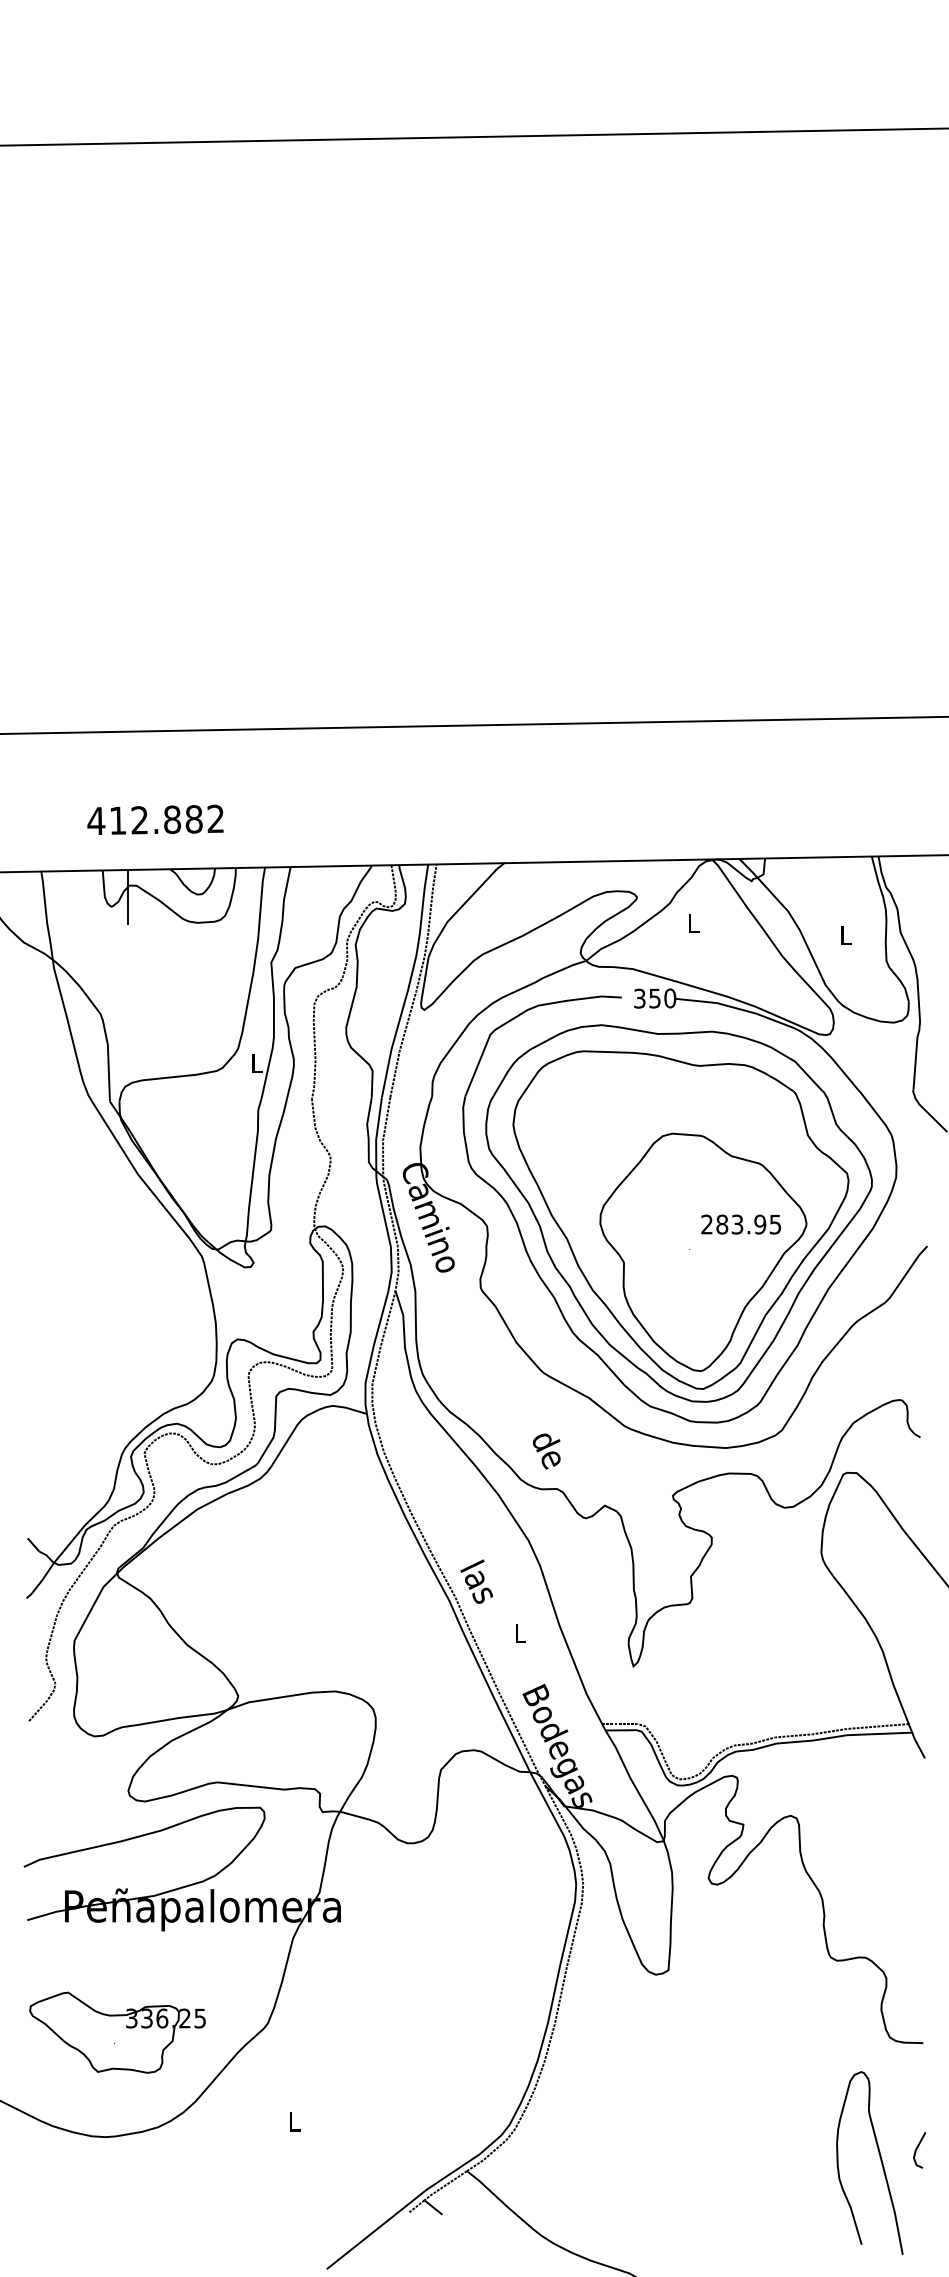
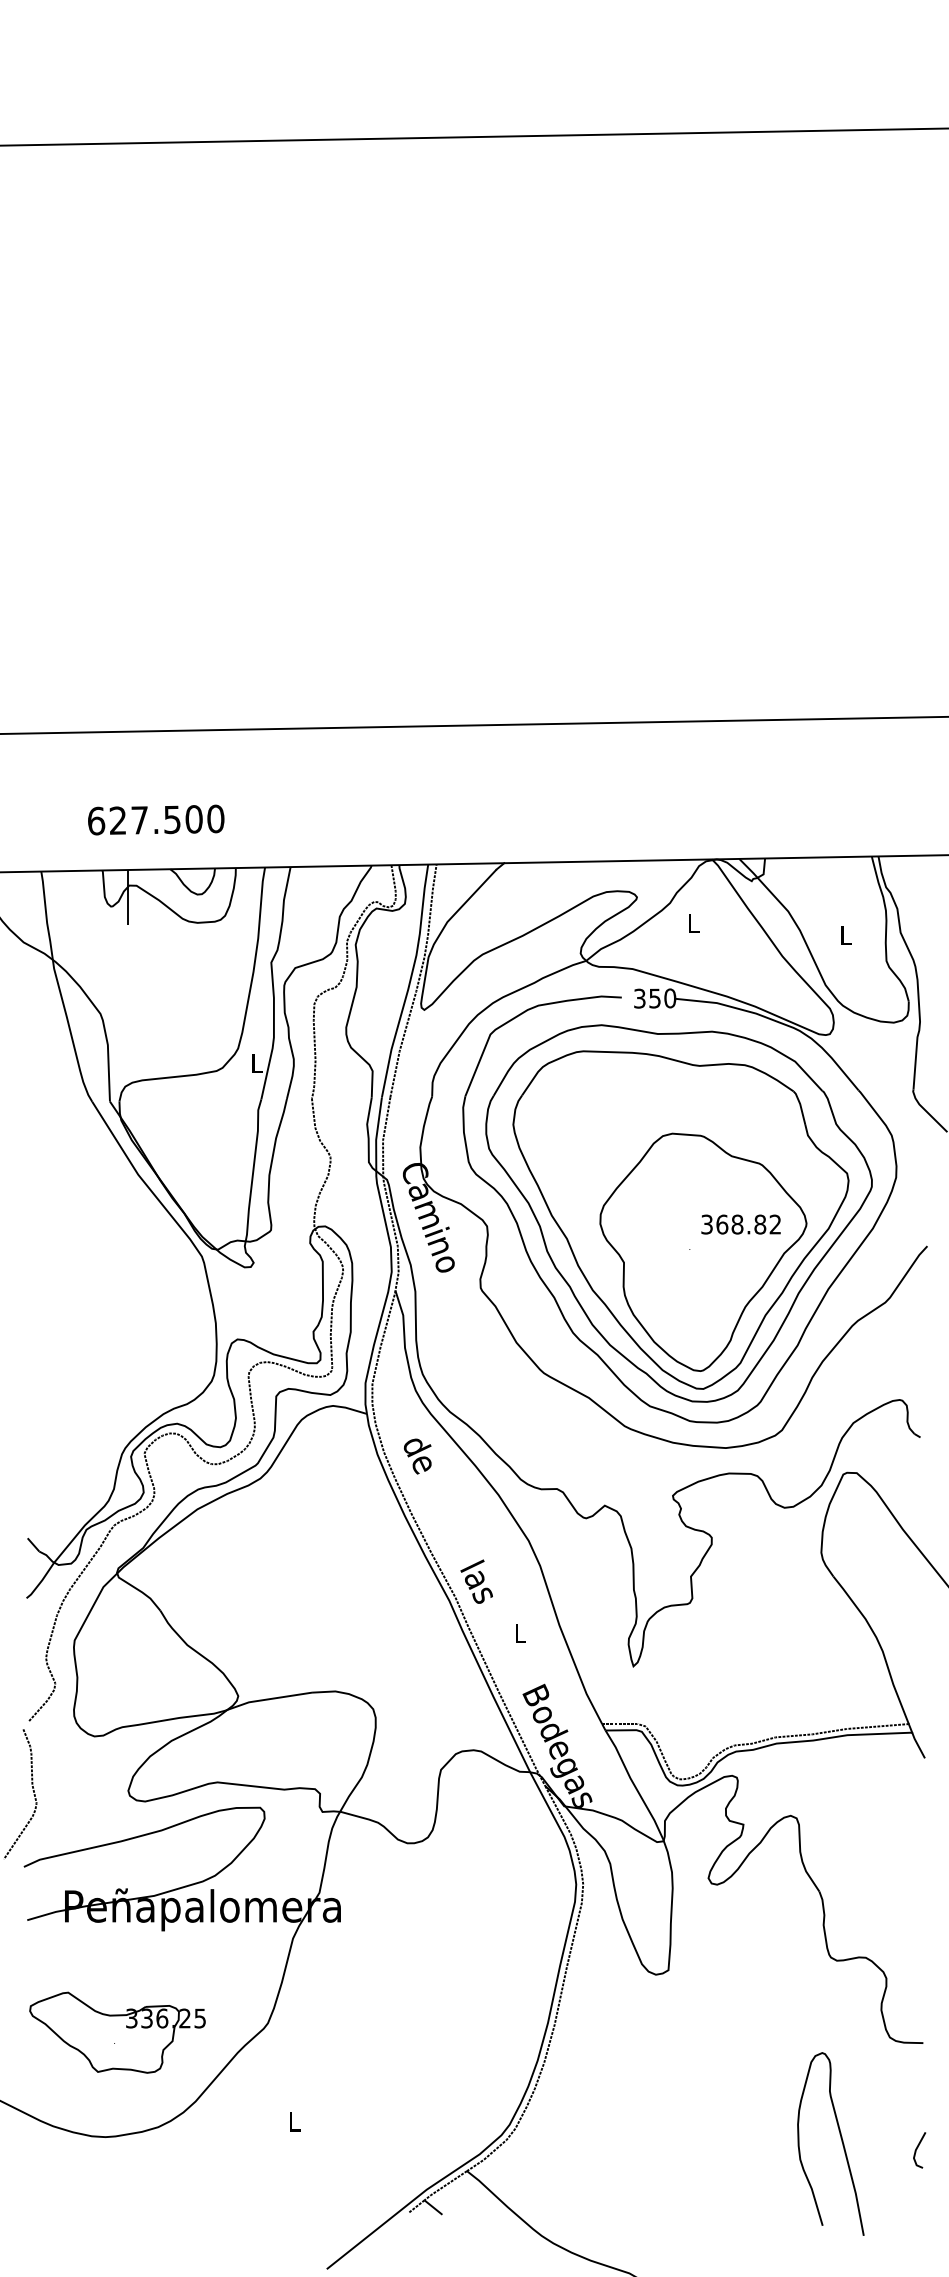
text at (155, 819): 412.882 -> 627.500
text at (740, 1224): 283.95 -> 368.82
text at (546, 1451) position: (546, 1451) -> (417, 1456)
curve at (32, 1790): none -> present
curve at (880, 2161) position: (880, 2161) -> (841, 2142)
